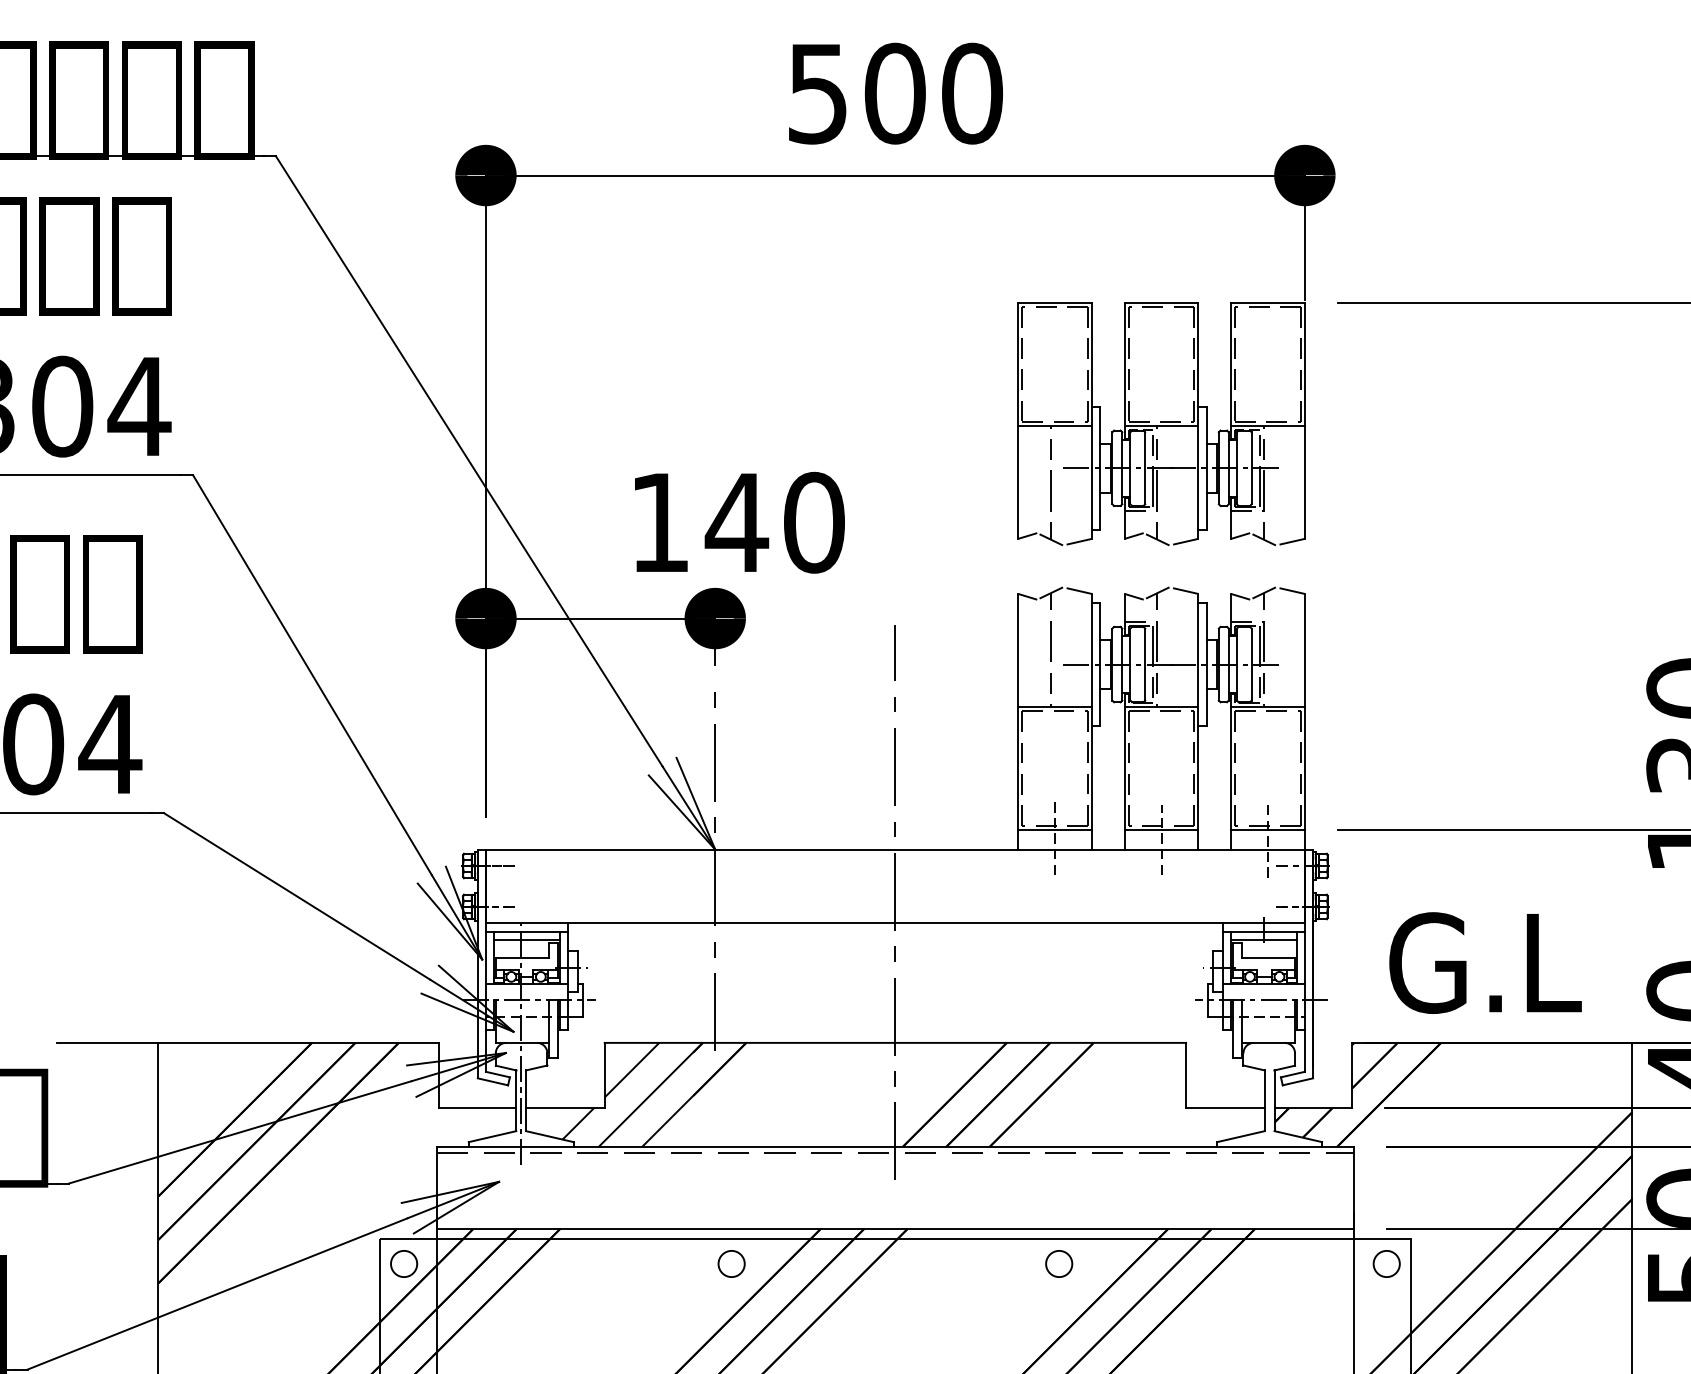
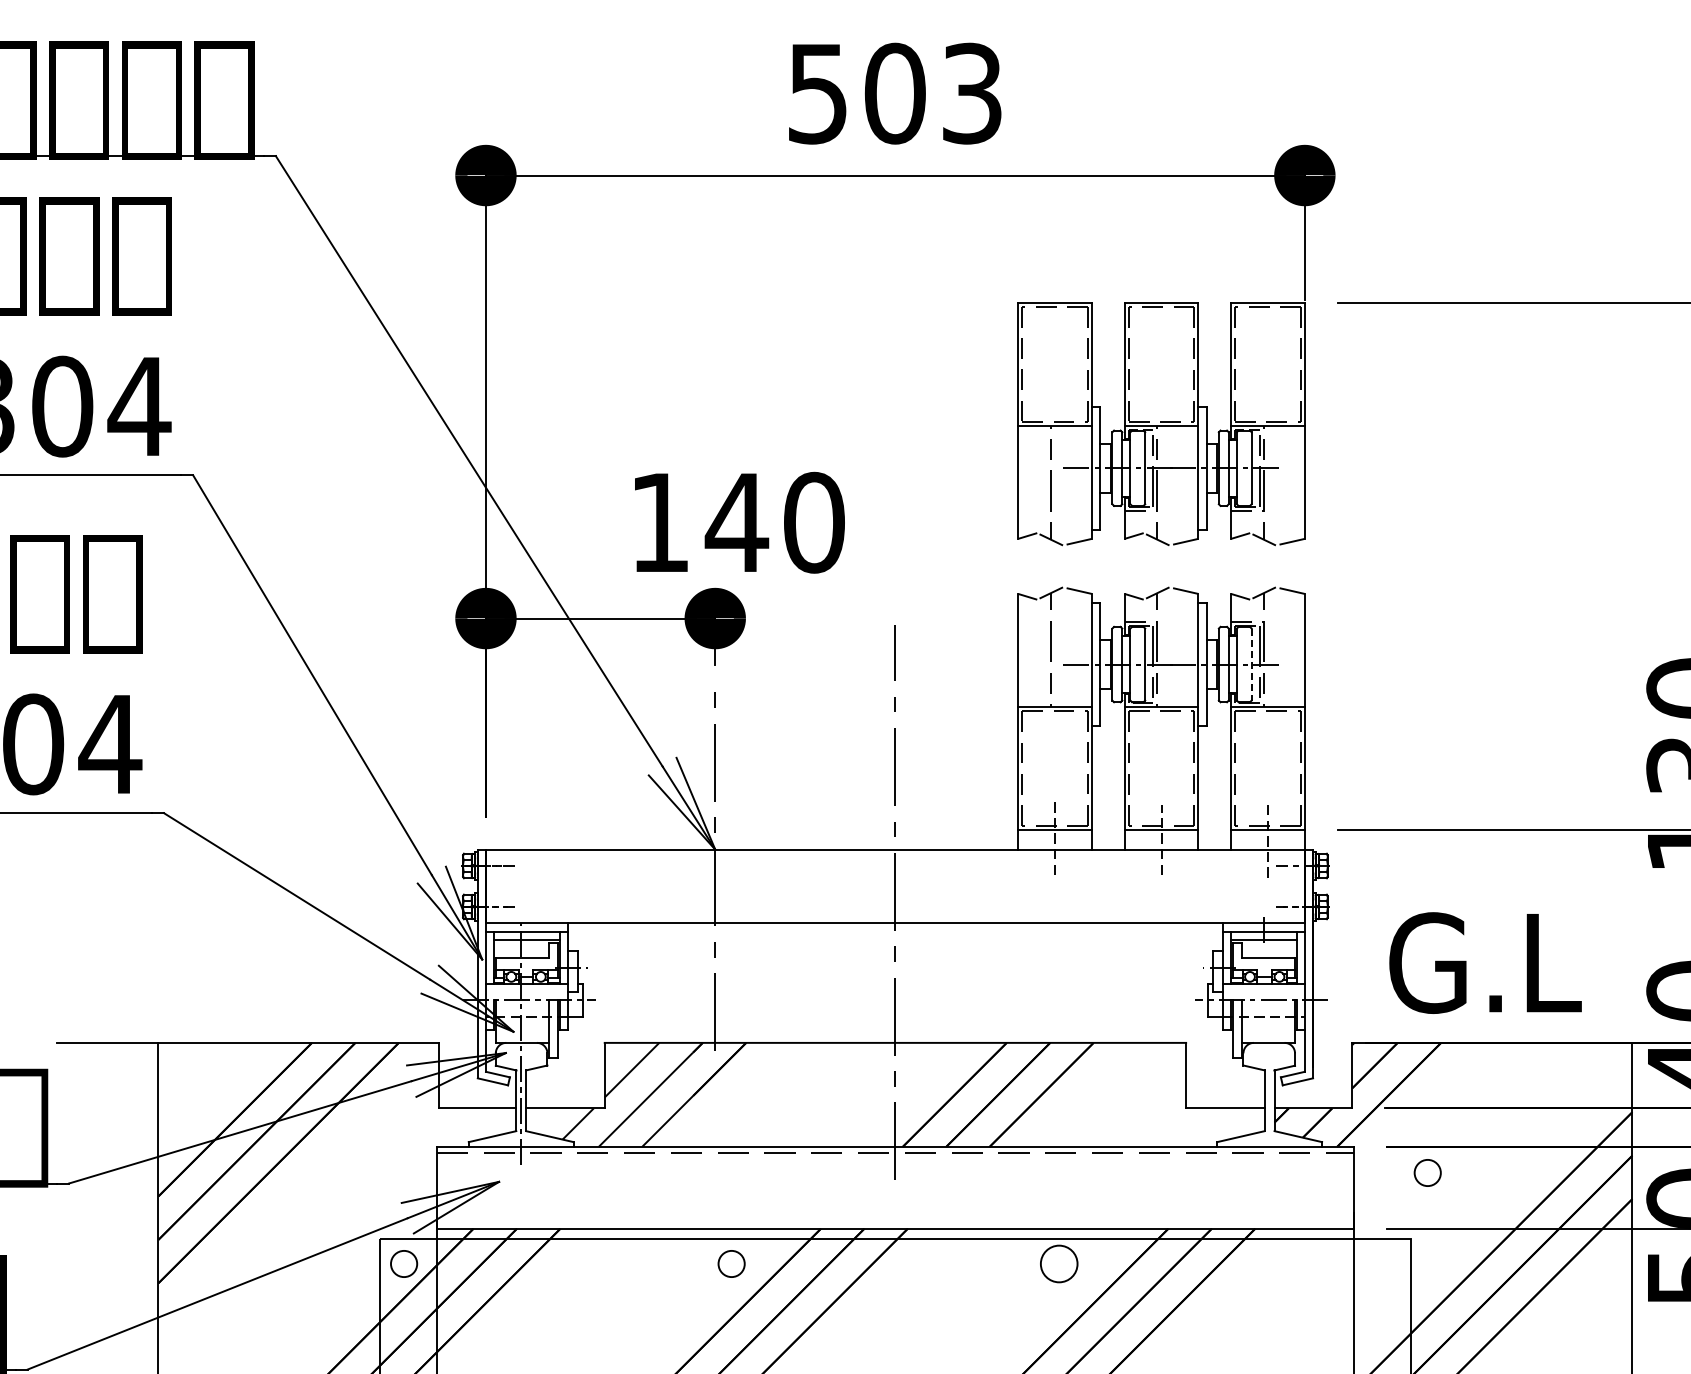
text at (972, 93): 500 -> 503
line at (1251, 665): solid -> dashed
circle at (1059, 1263) diameter: 26 px -> 37 px
circle at (1386, 1263) position: (1386, 1263) -> (1427, 1172)
